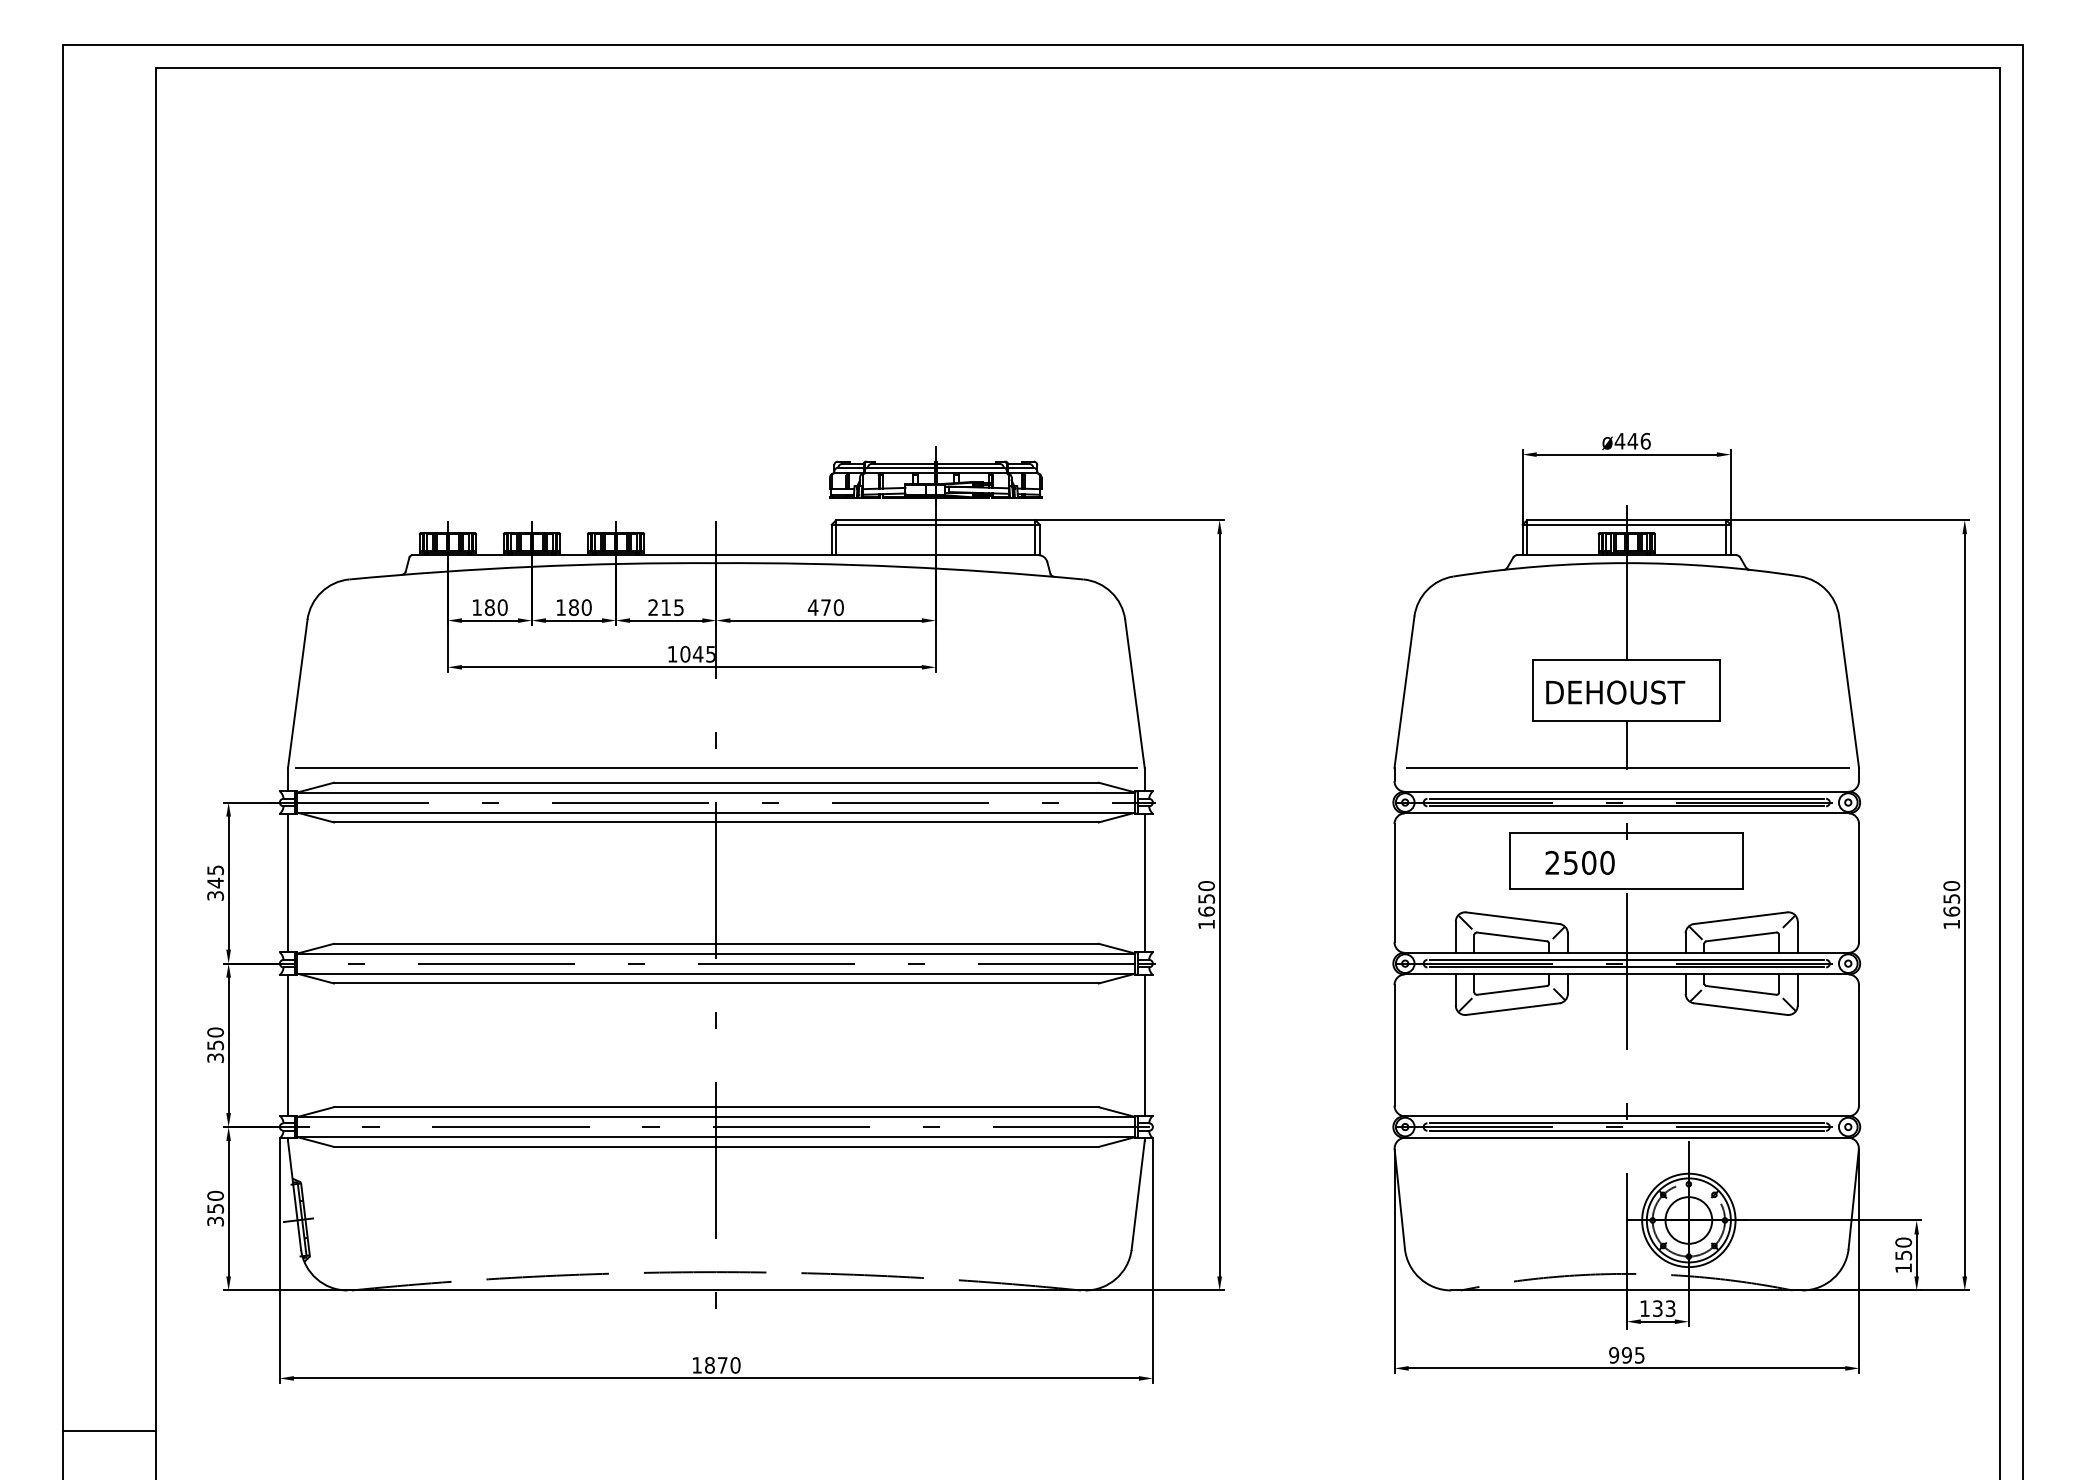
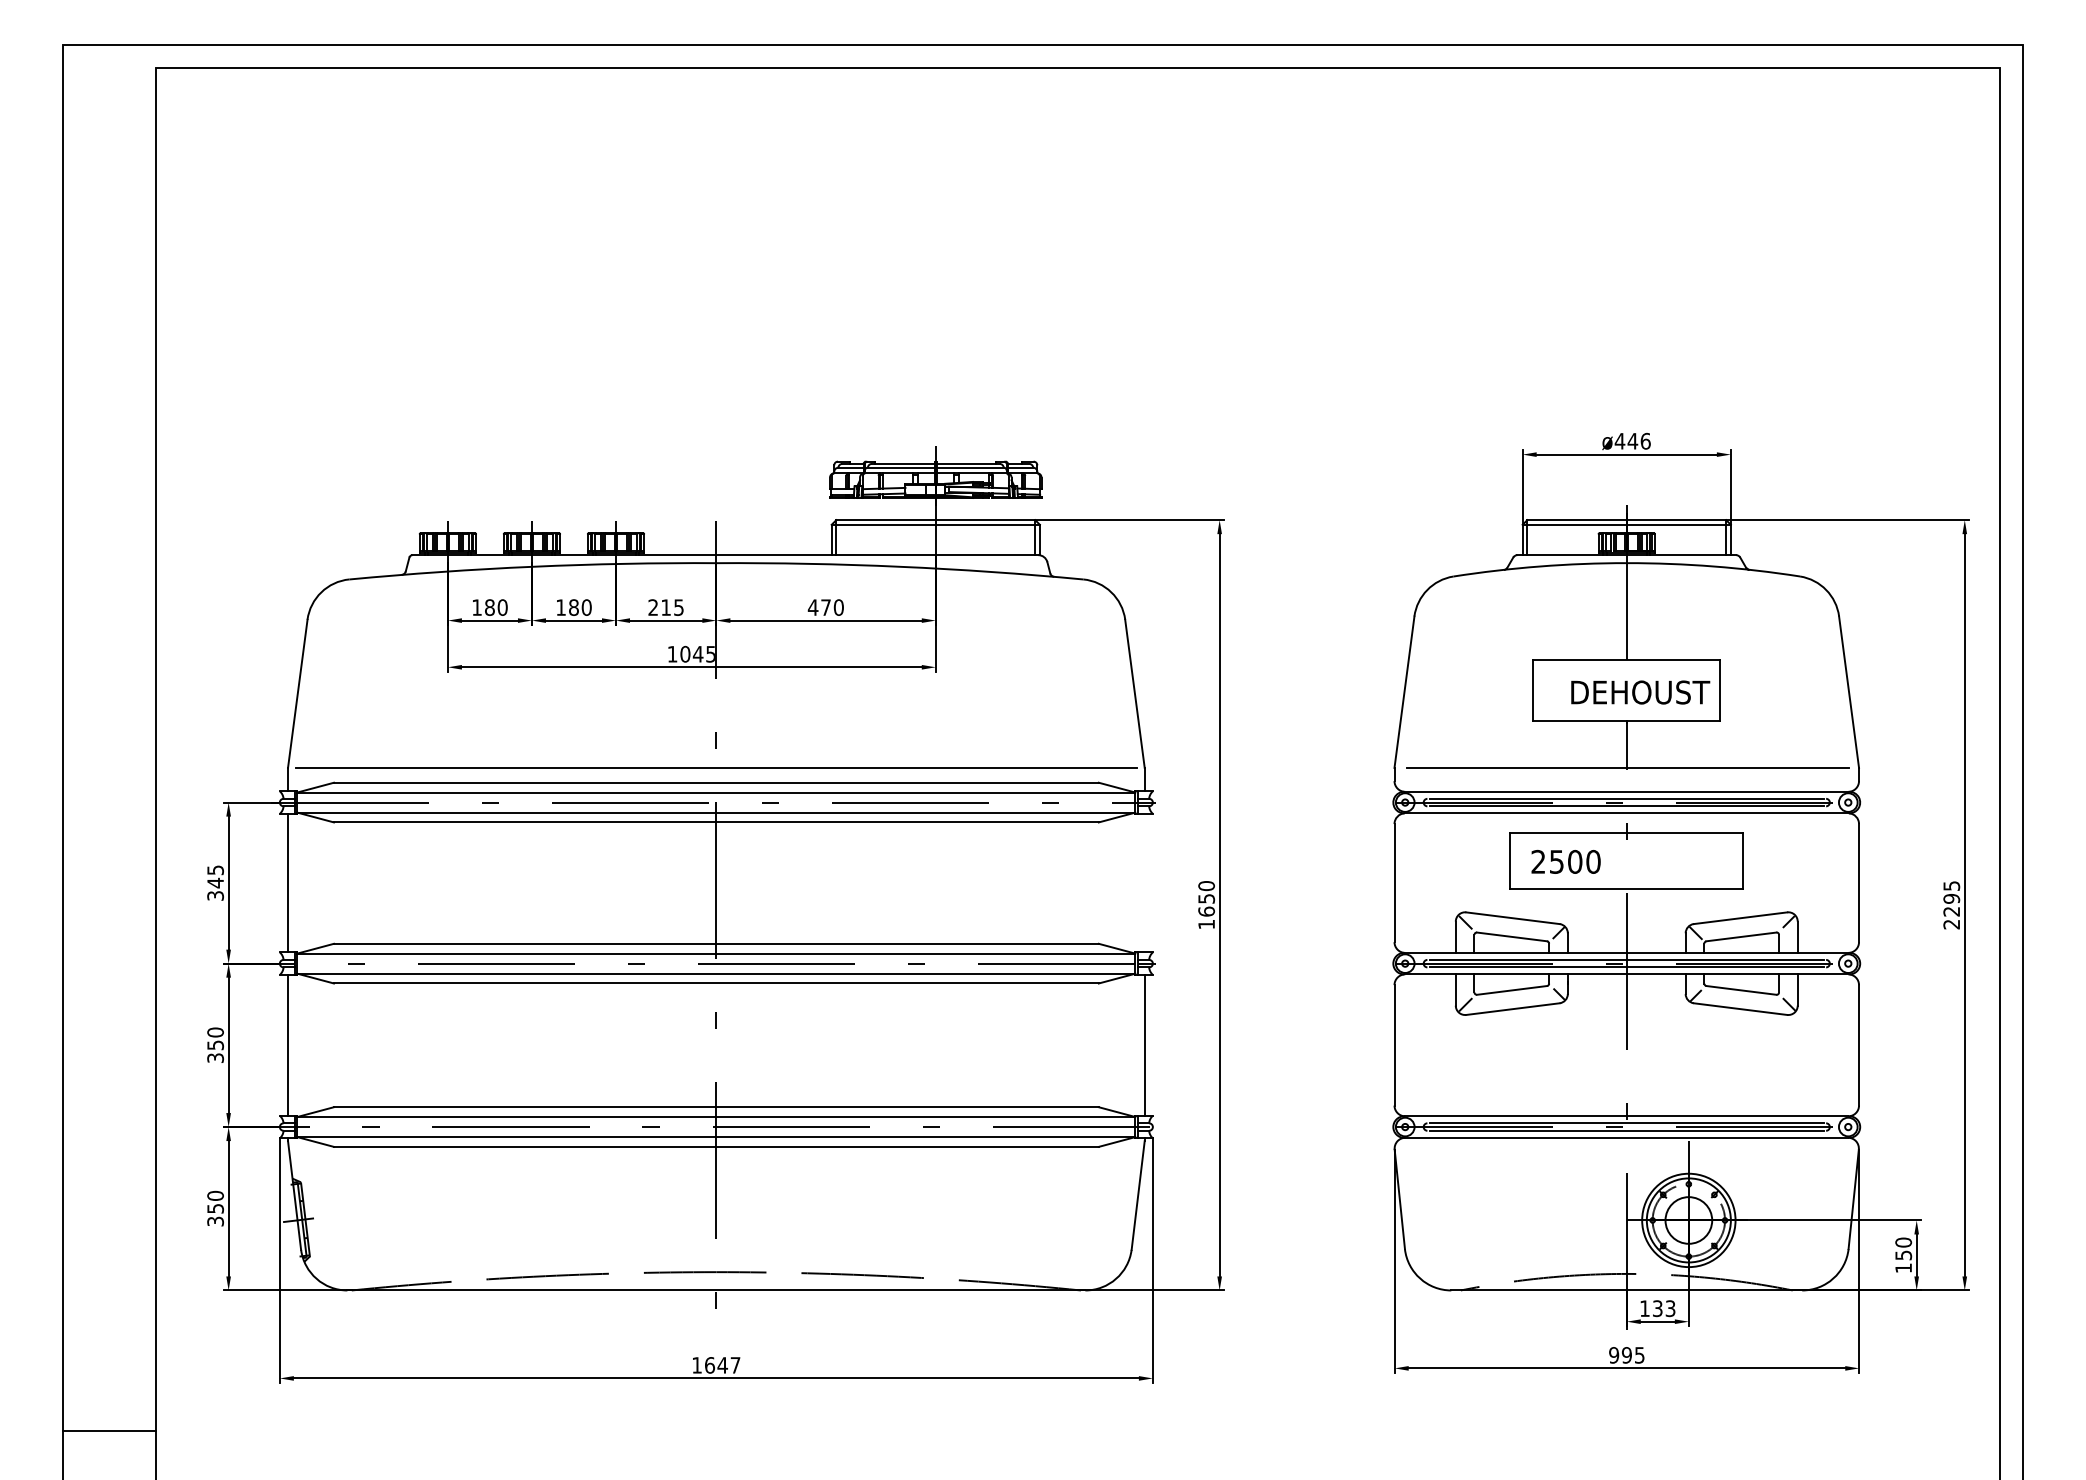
text at (1615, 692) position: (1615, 692) -> (1640, 692)
text at (1579, 862) position: (1579, 862) -> (1565, 861)
line at (1144, 882): present -> none
text at (1951, 905): 1650 -> 2295
text at (722, 1365): 1870 -> 1647
